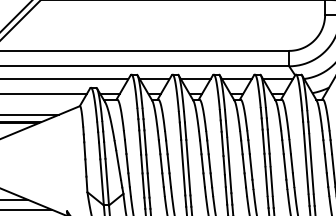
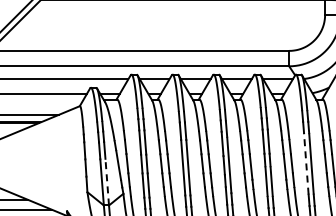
line at (306, 163): solid -> dashed
line at (107, 181): solid -> dashed
